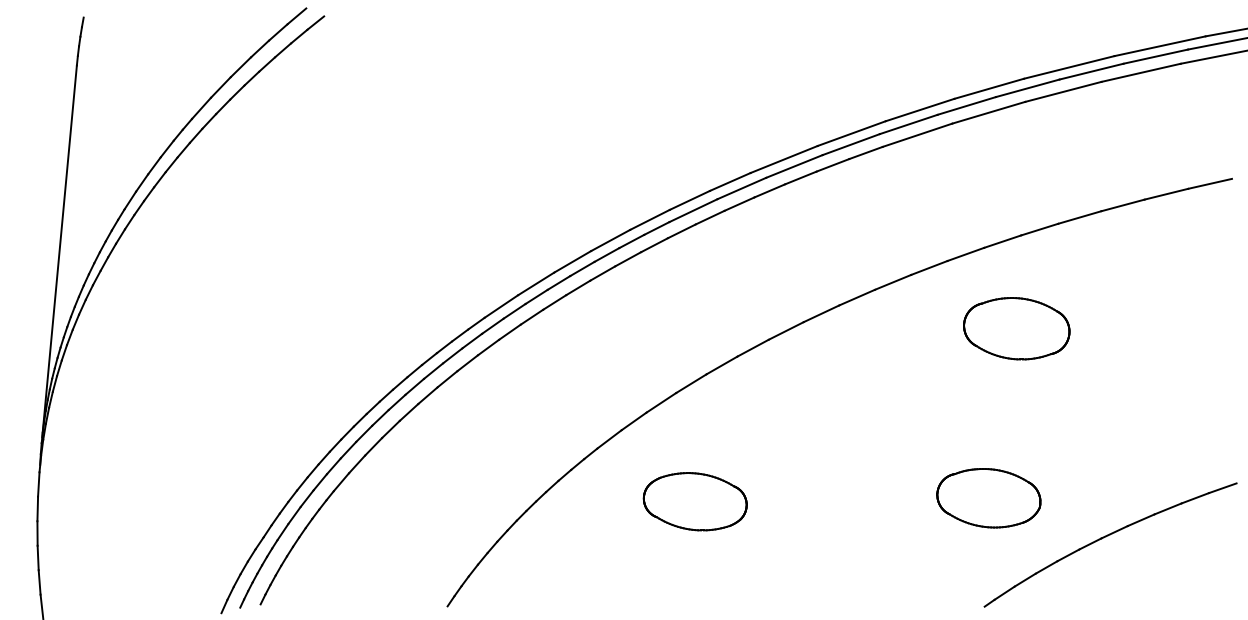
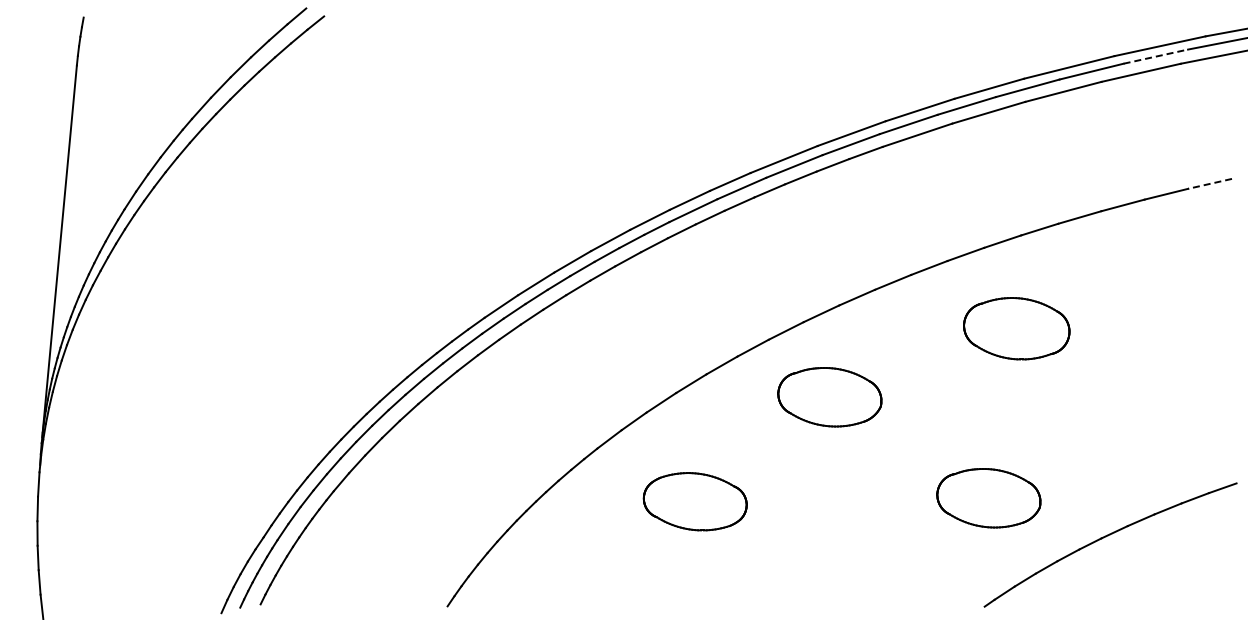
line at (1155, 56): solid -> dashed
line at (1209, 183): solid -> dashed
part at (829, 397): none -> present
